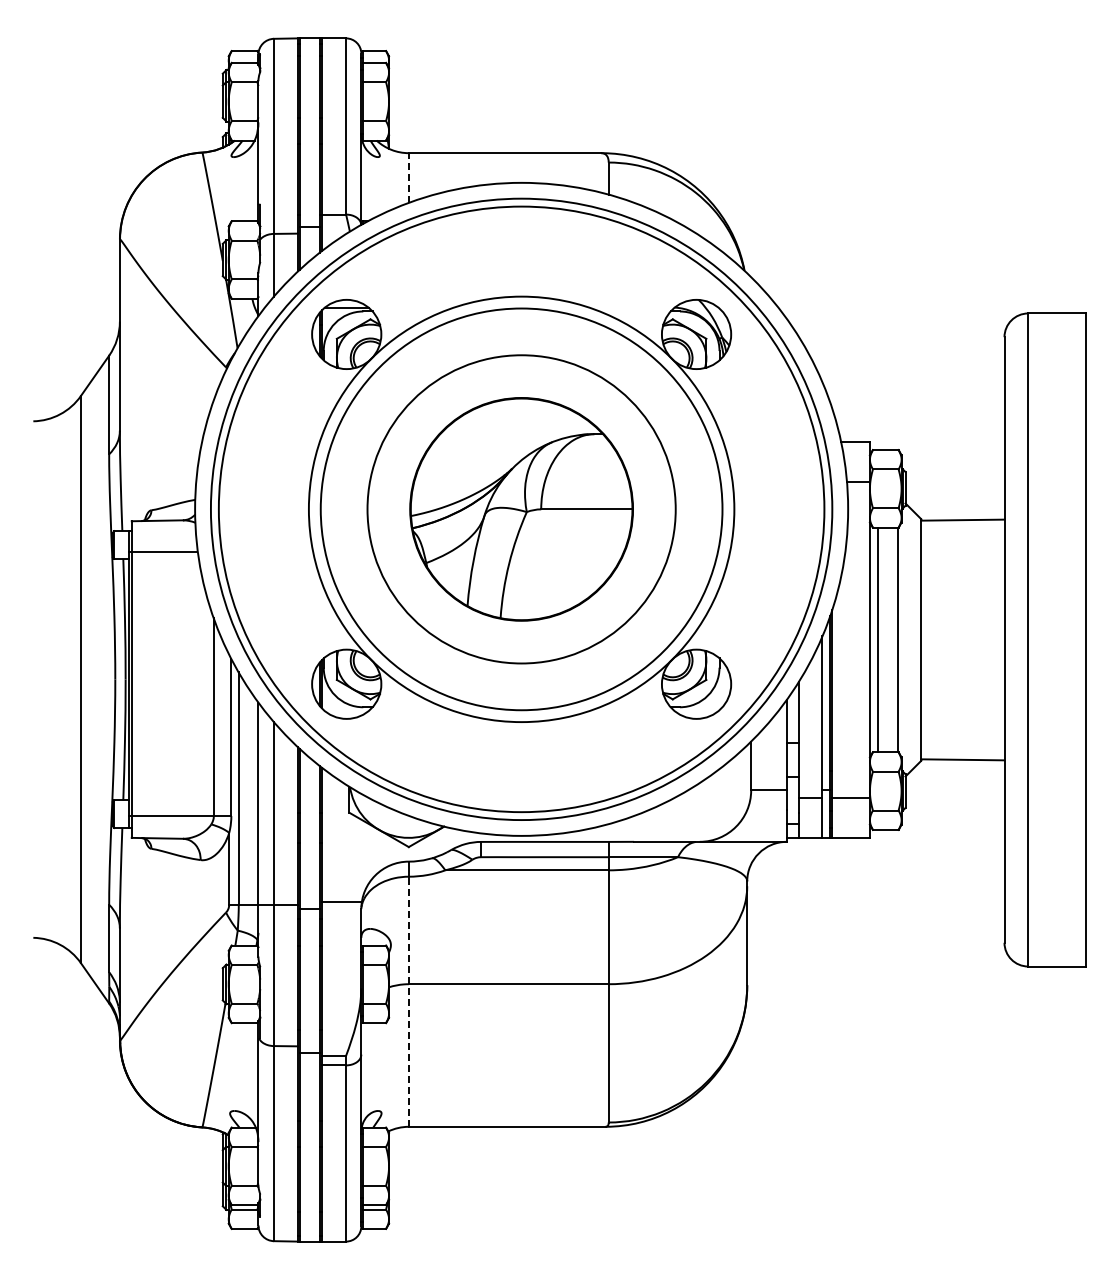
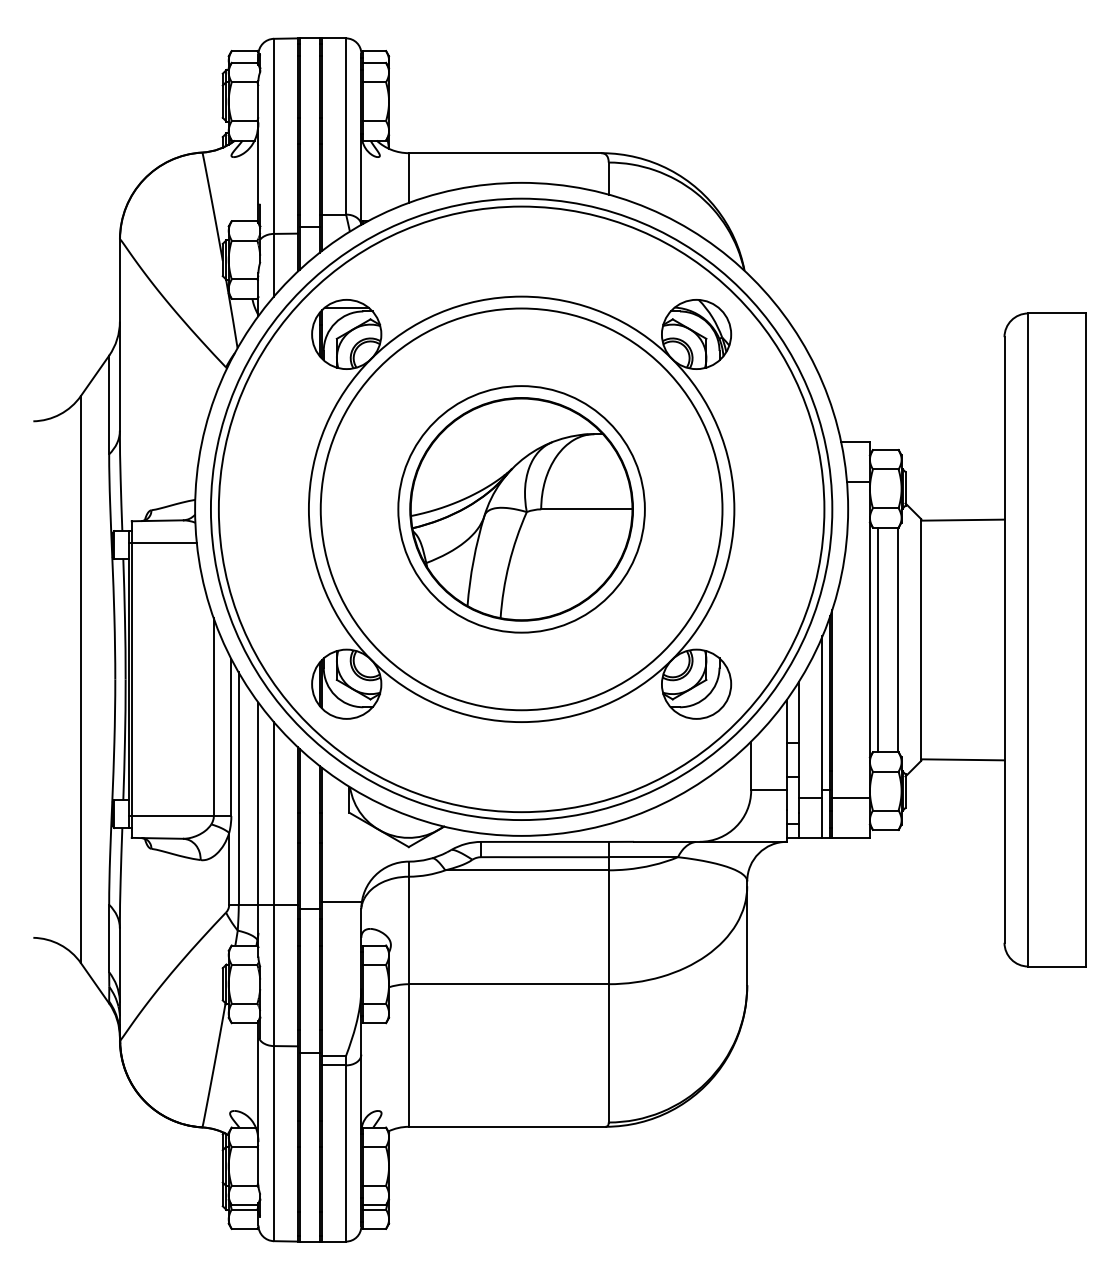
line at (408, 178): dashed -> solid
circle at (521, 509) diameter: 308 px -> 247 px
line at (162, 552) position: (162, 552) -> (162, 543)
line at (408, 1001): dashed -> solid
